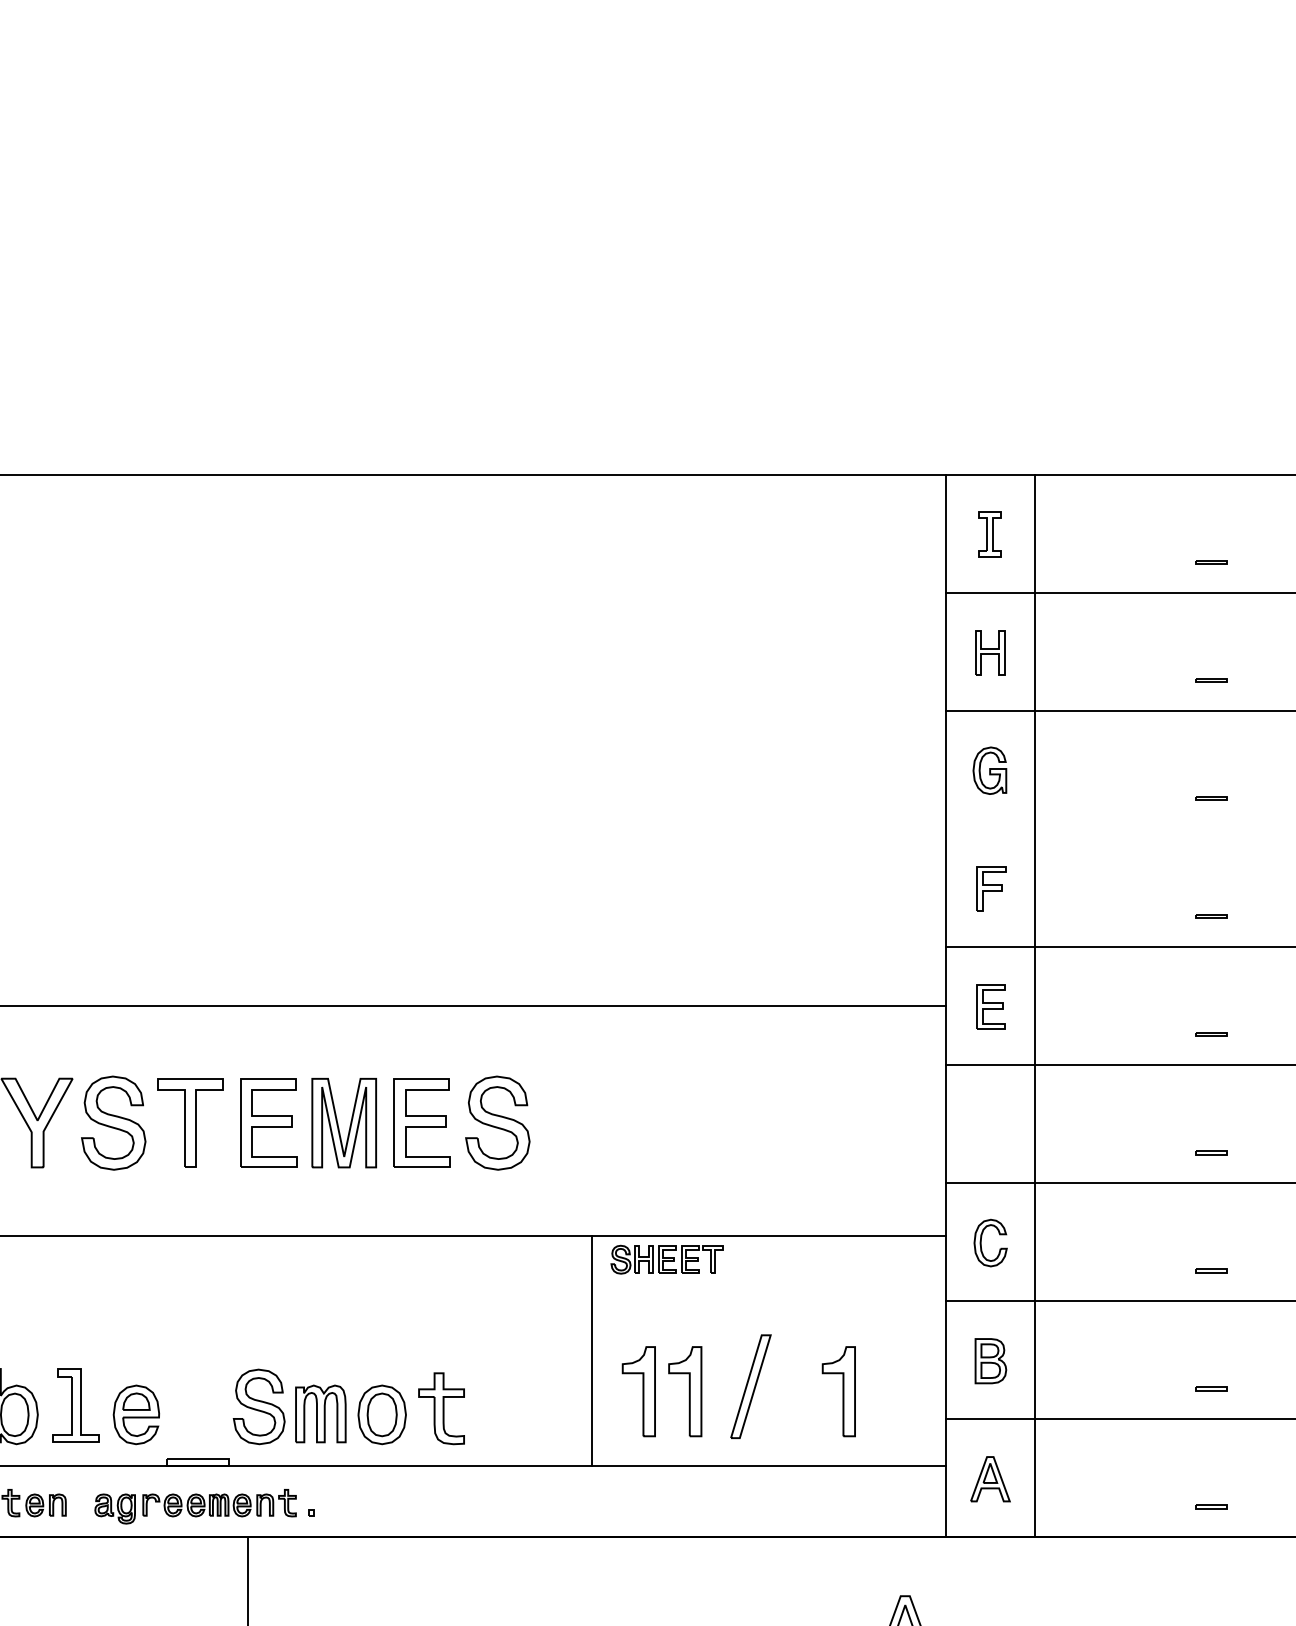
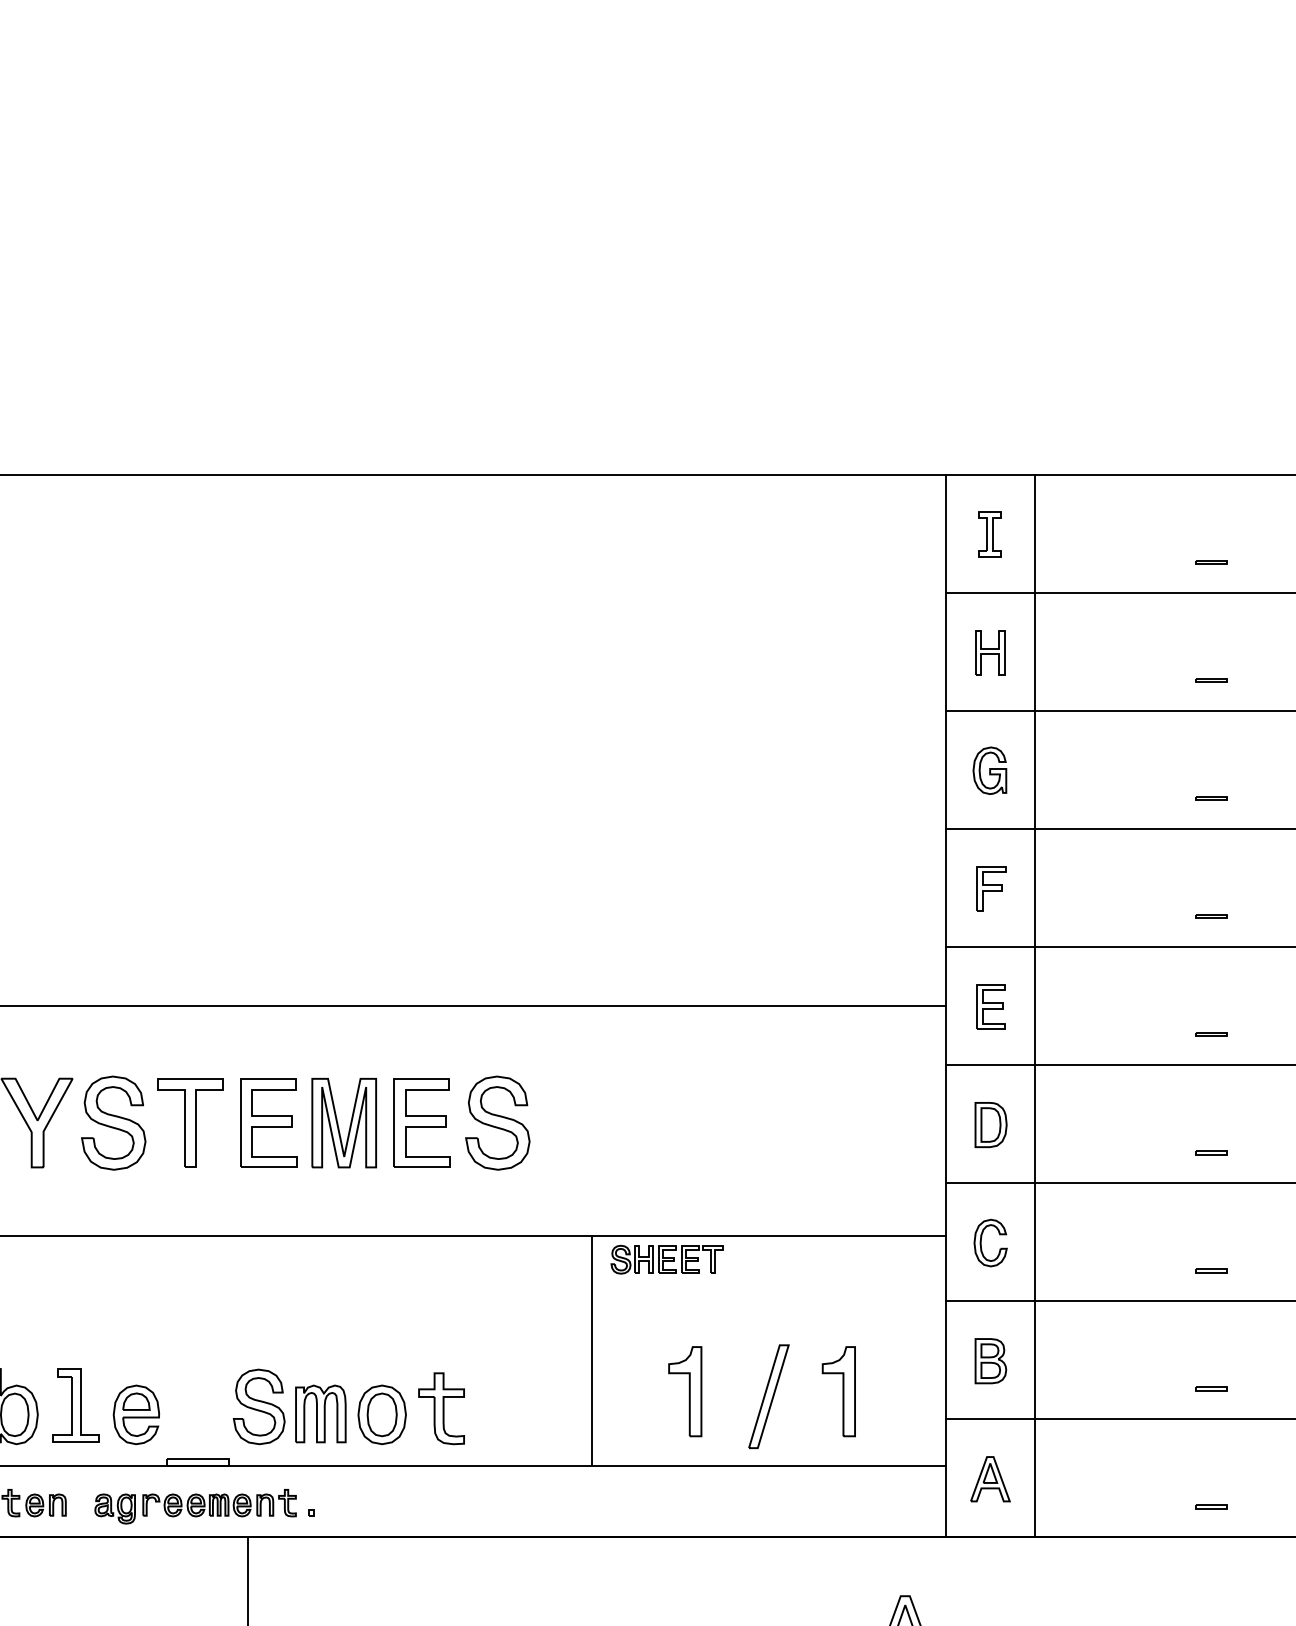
line at (1119, 828): none -> present
part at (990, 1125): none -> present
part at (750, 1386) position: (750, 1386) -> (768, 1396)
part at (638, 1391): present -> none
